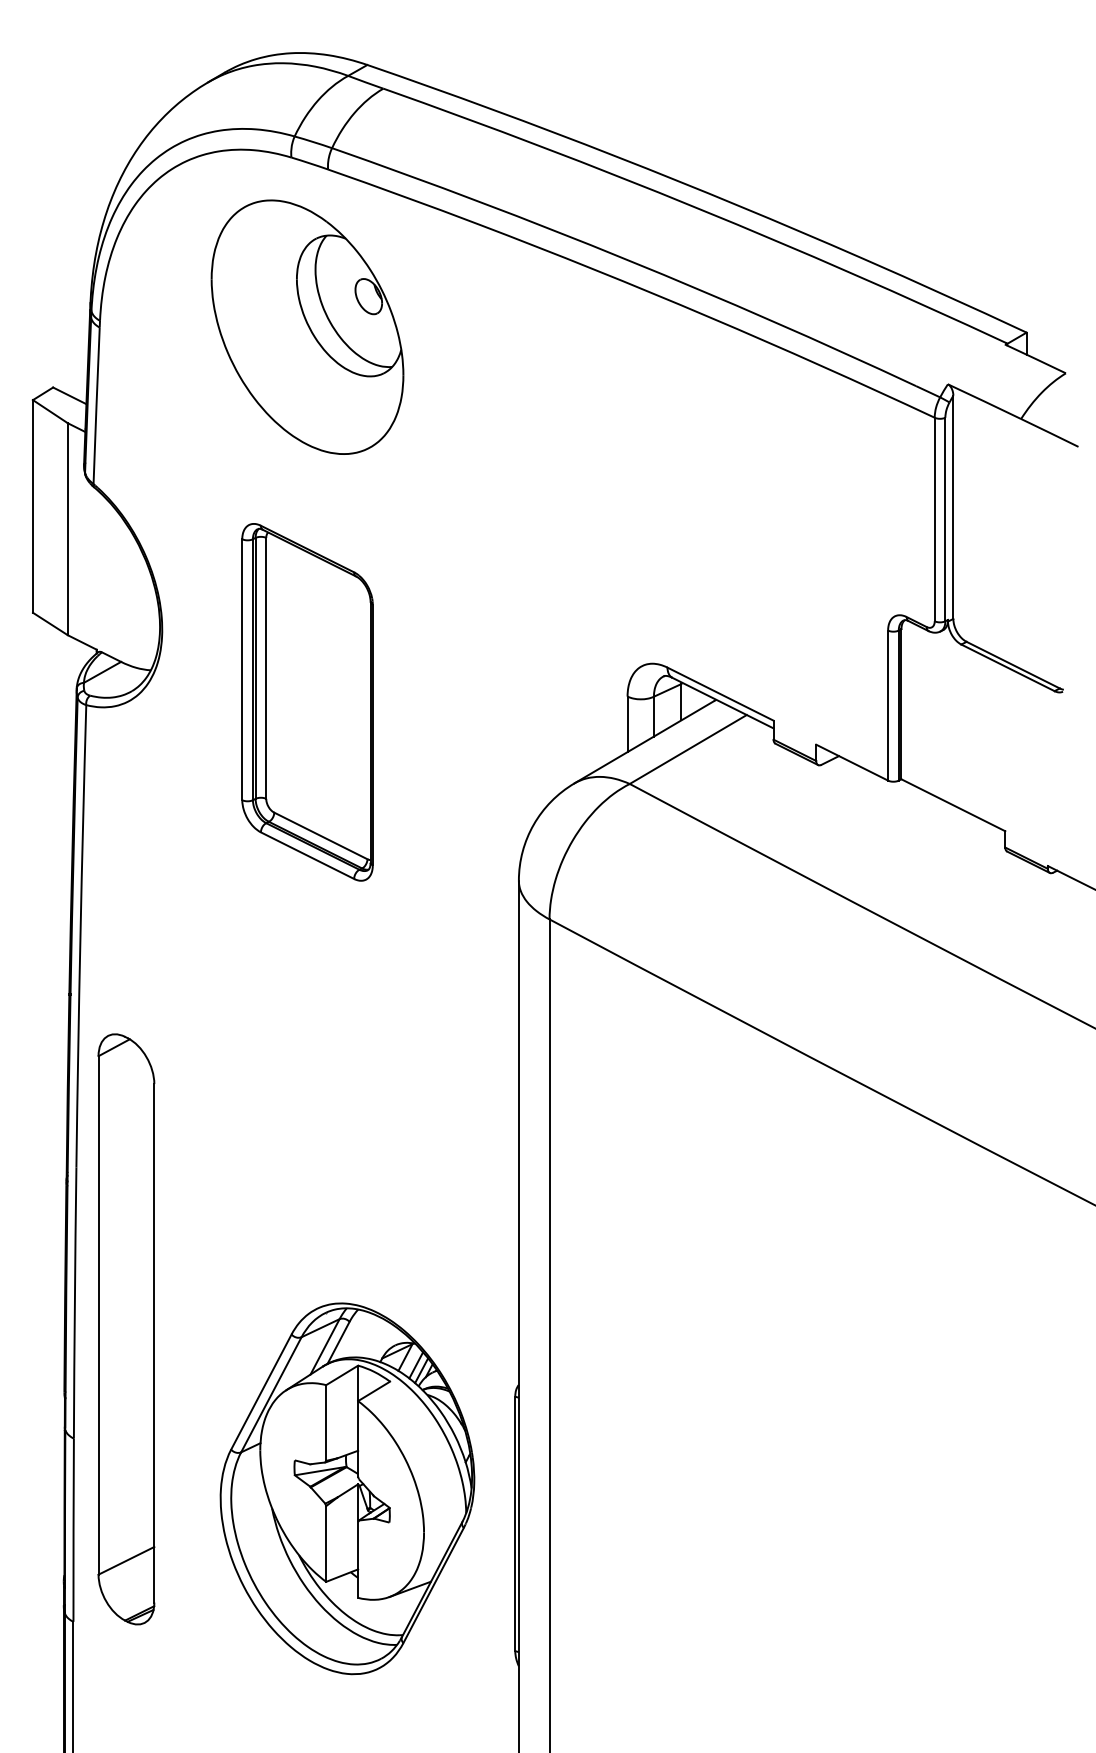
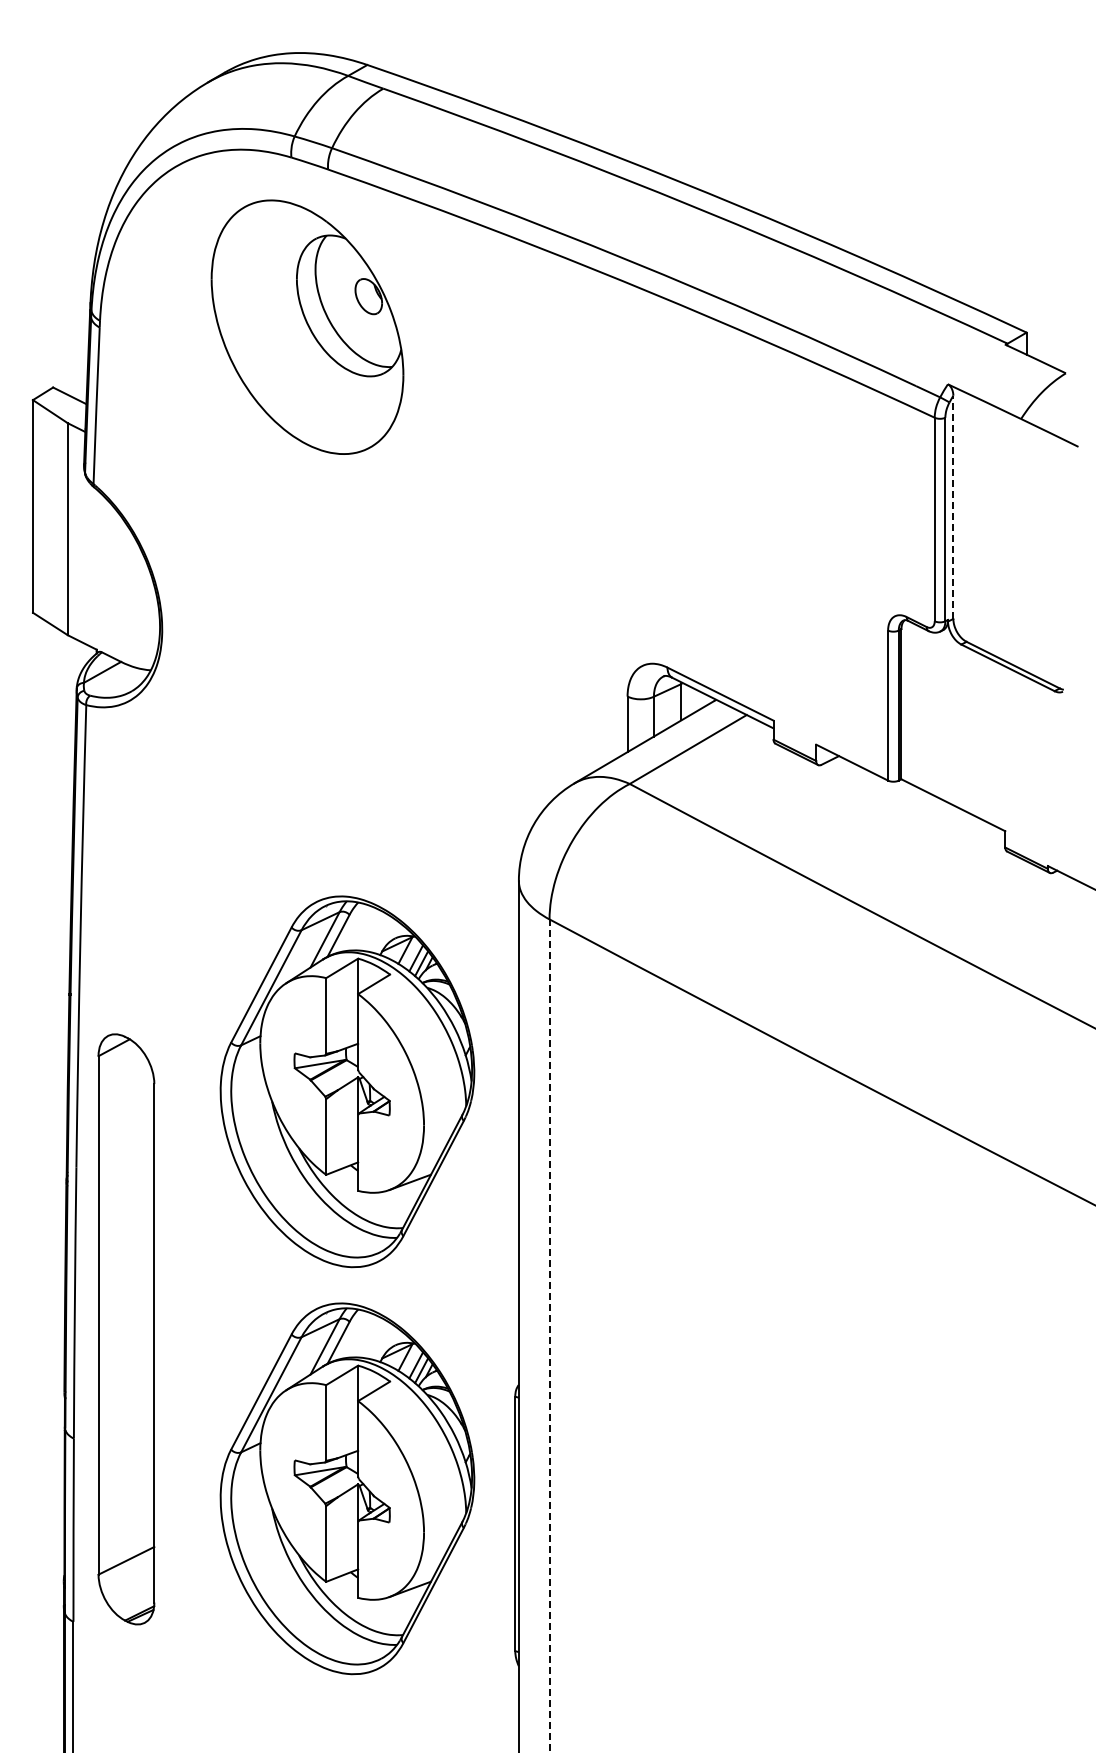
line at (953, 507): solid -> dashed
part at (307, 702): present -> none
part at (347, 1081): none -> present
line at (549, 1336): solid -> dashed
